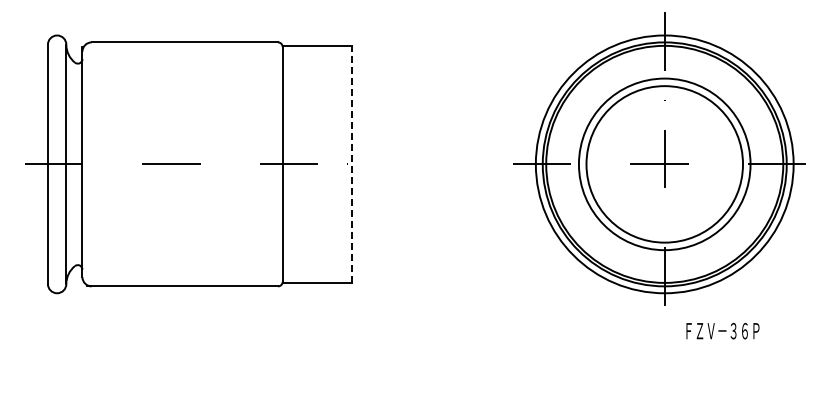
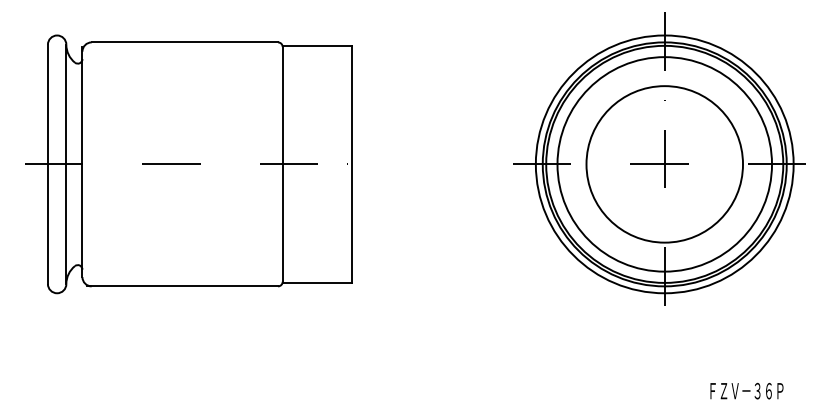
line at (351, 164): dashed -> solid
circle at (664, 164) diameter: 172 px -> 215 px
text at (722, 330) position: (722, 330) -> (746, 390)
